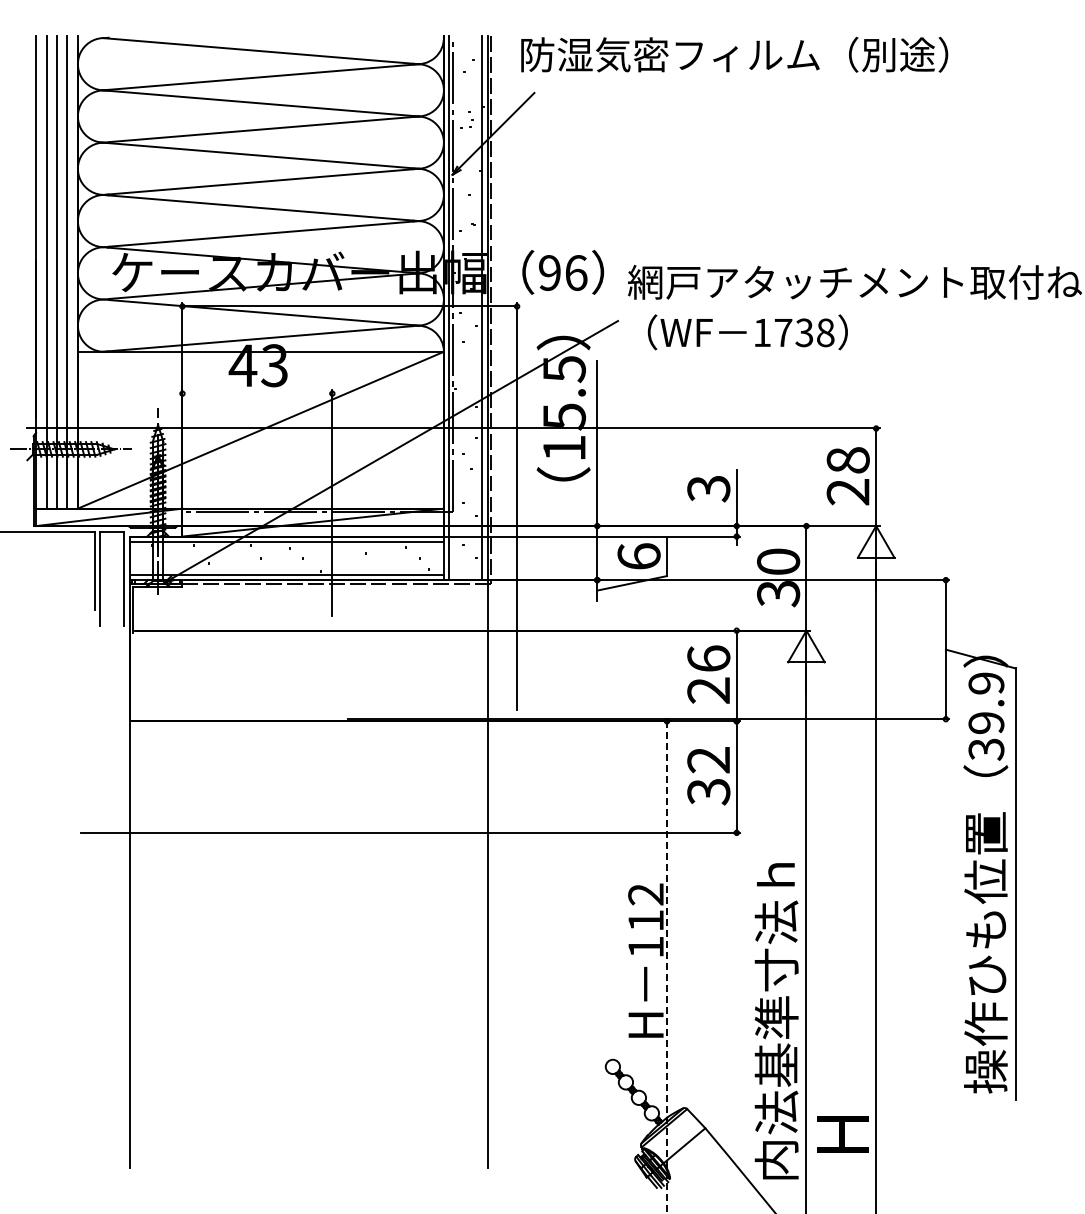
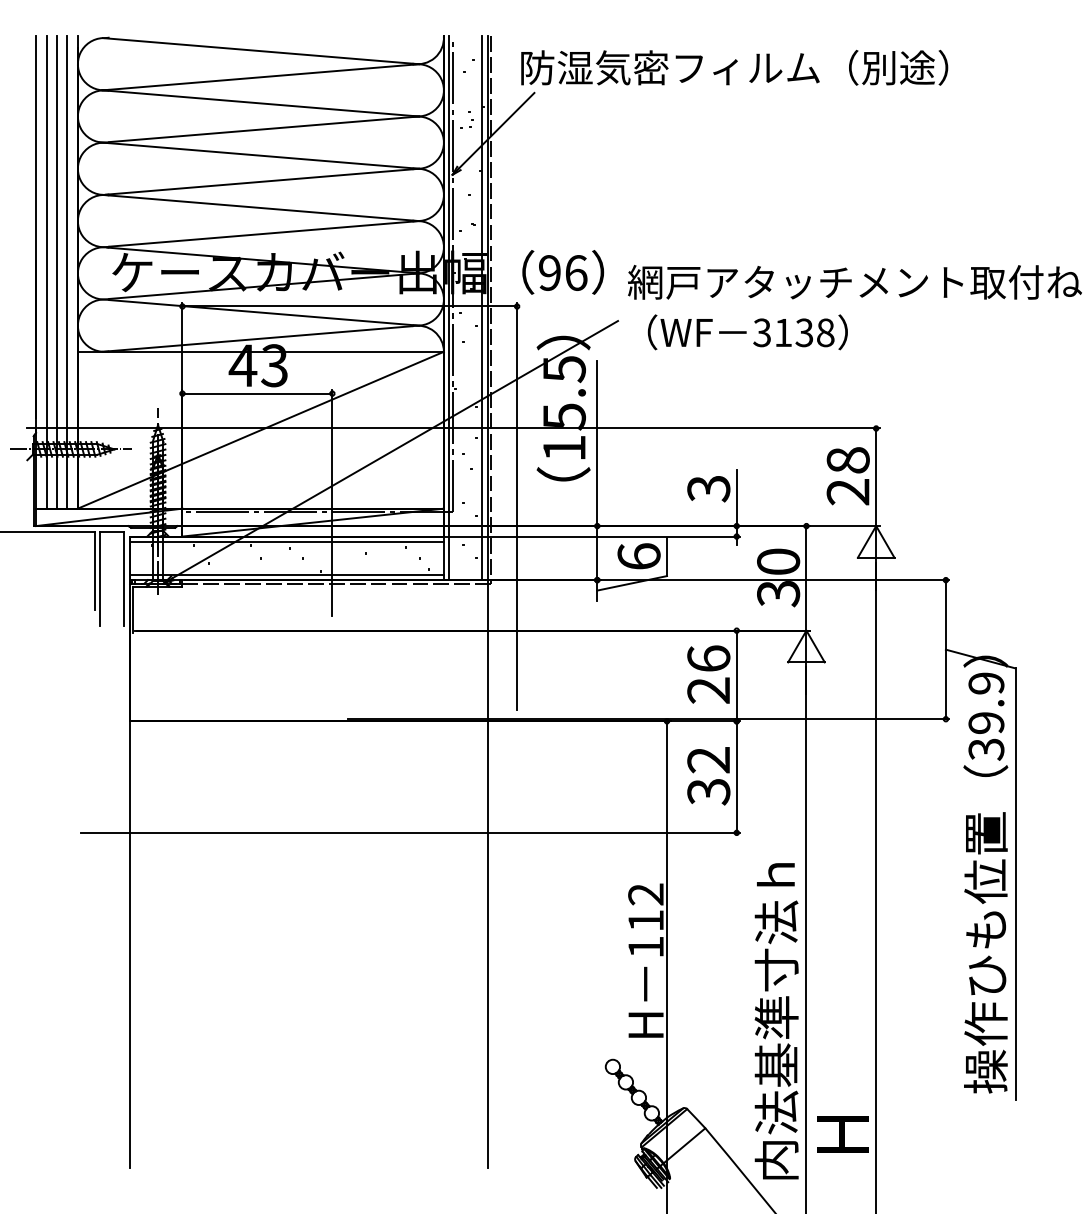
text at (734, 54) position: (734, 54) -> (734, 67)
text at (772, 332): 1738 -> 3138
line at (257, 393): none -> present
line at (667, 967): dashed -> solid
